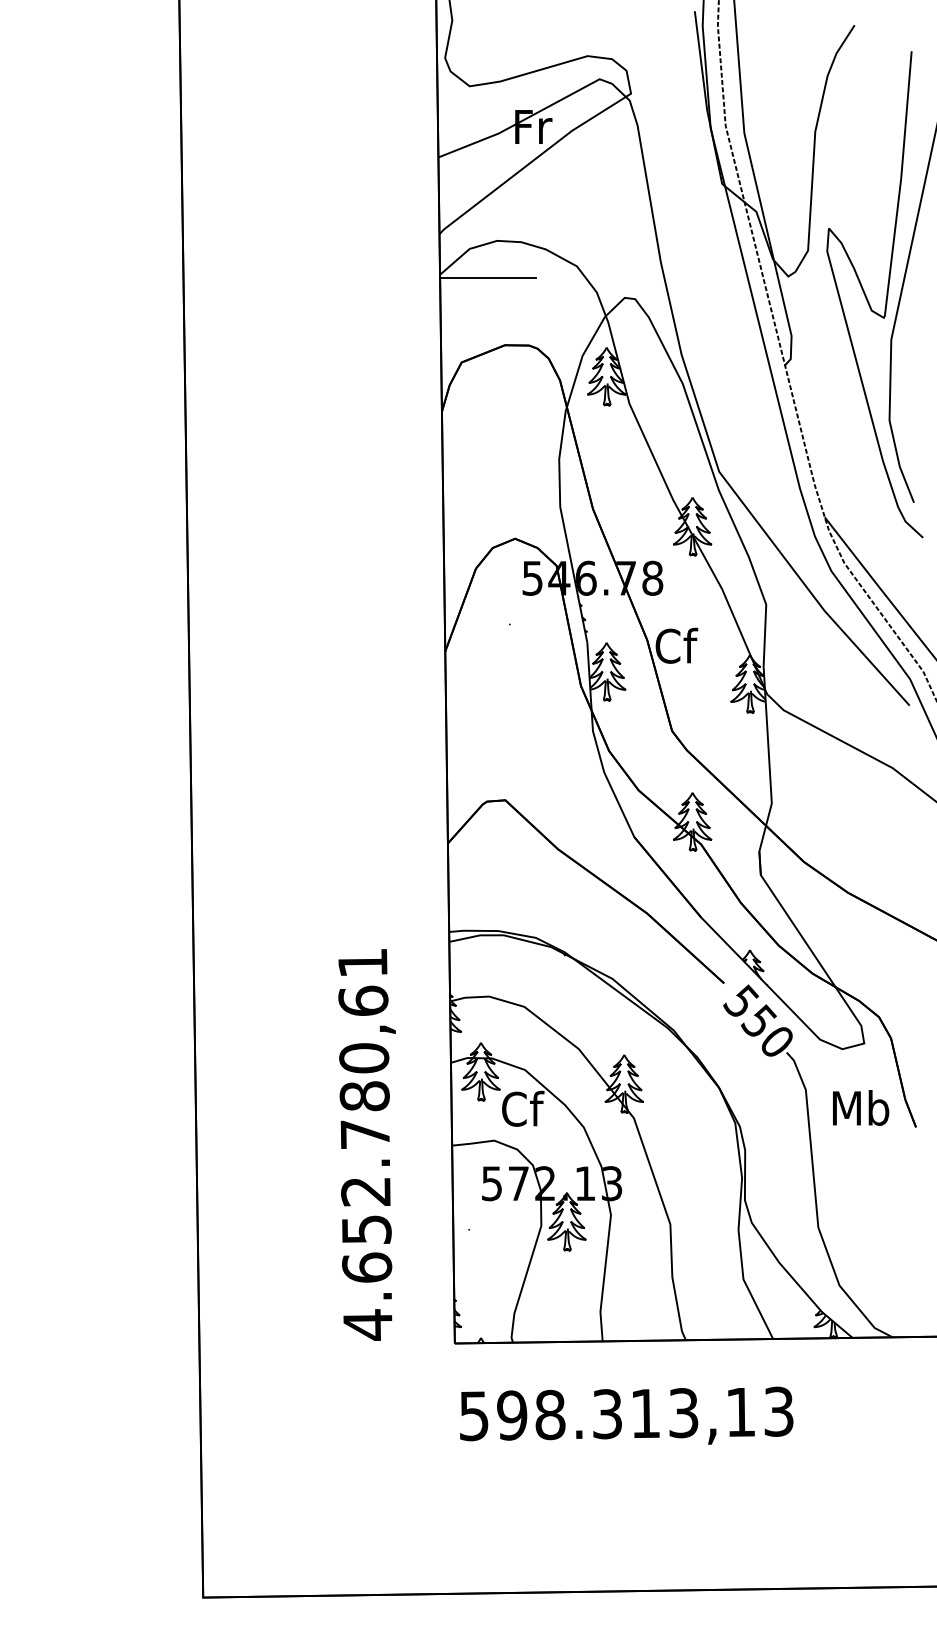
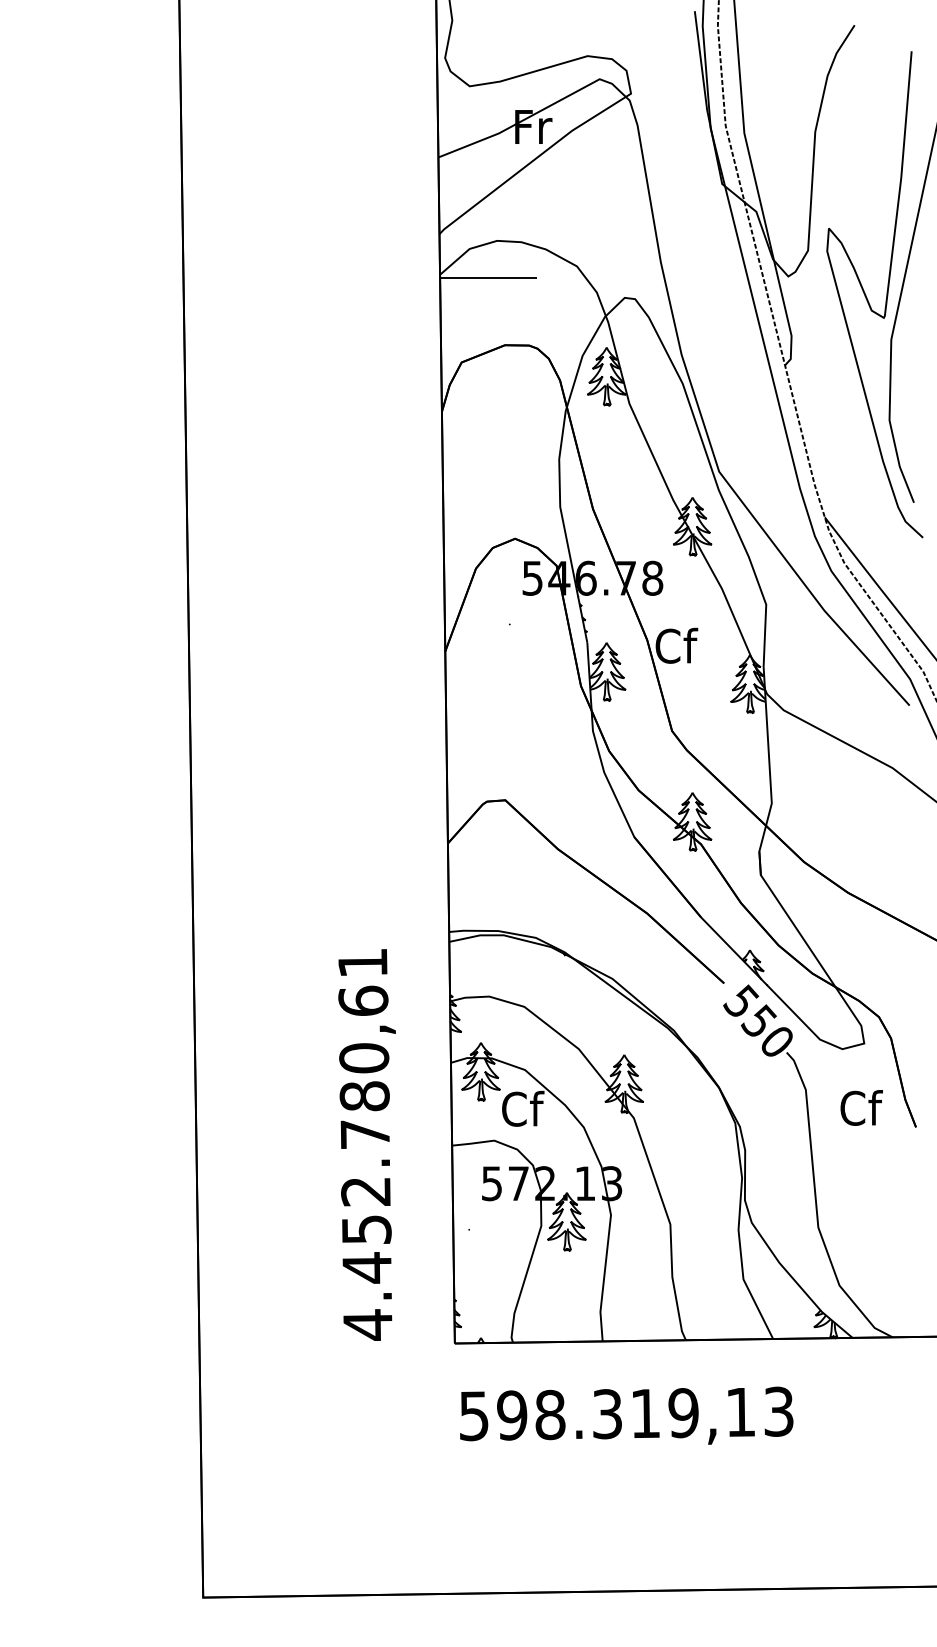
text at (861, 1107): Mb -> Cf
text at (367, 1267): 4.652.780,61 -> 4.452.780,61
text at (683, 1413): 598.313,13 -> 598.319,13
